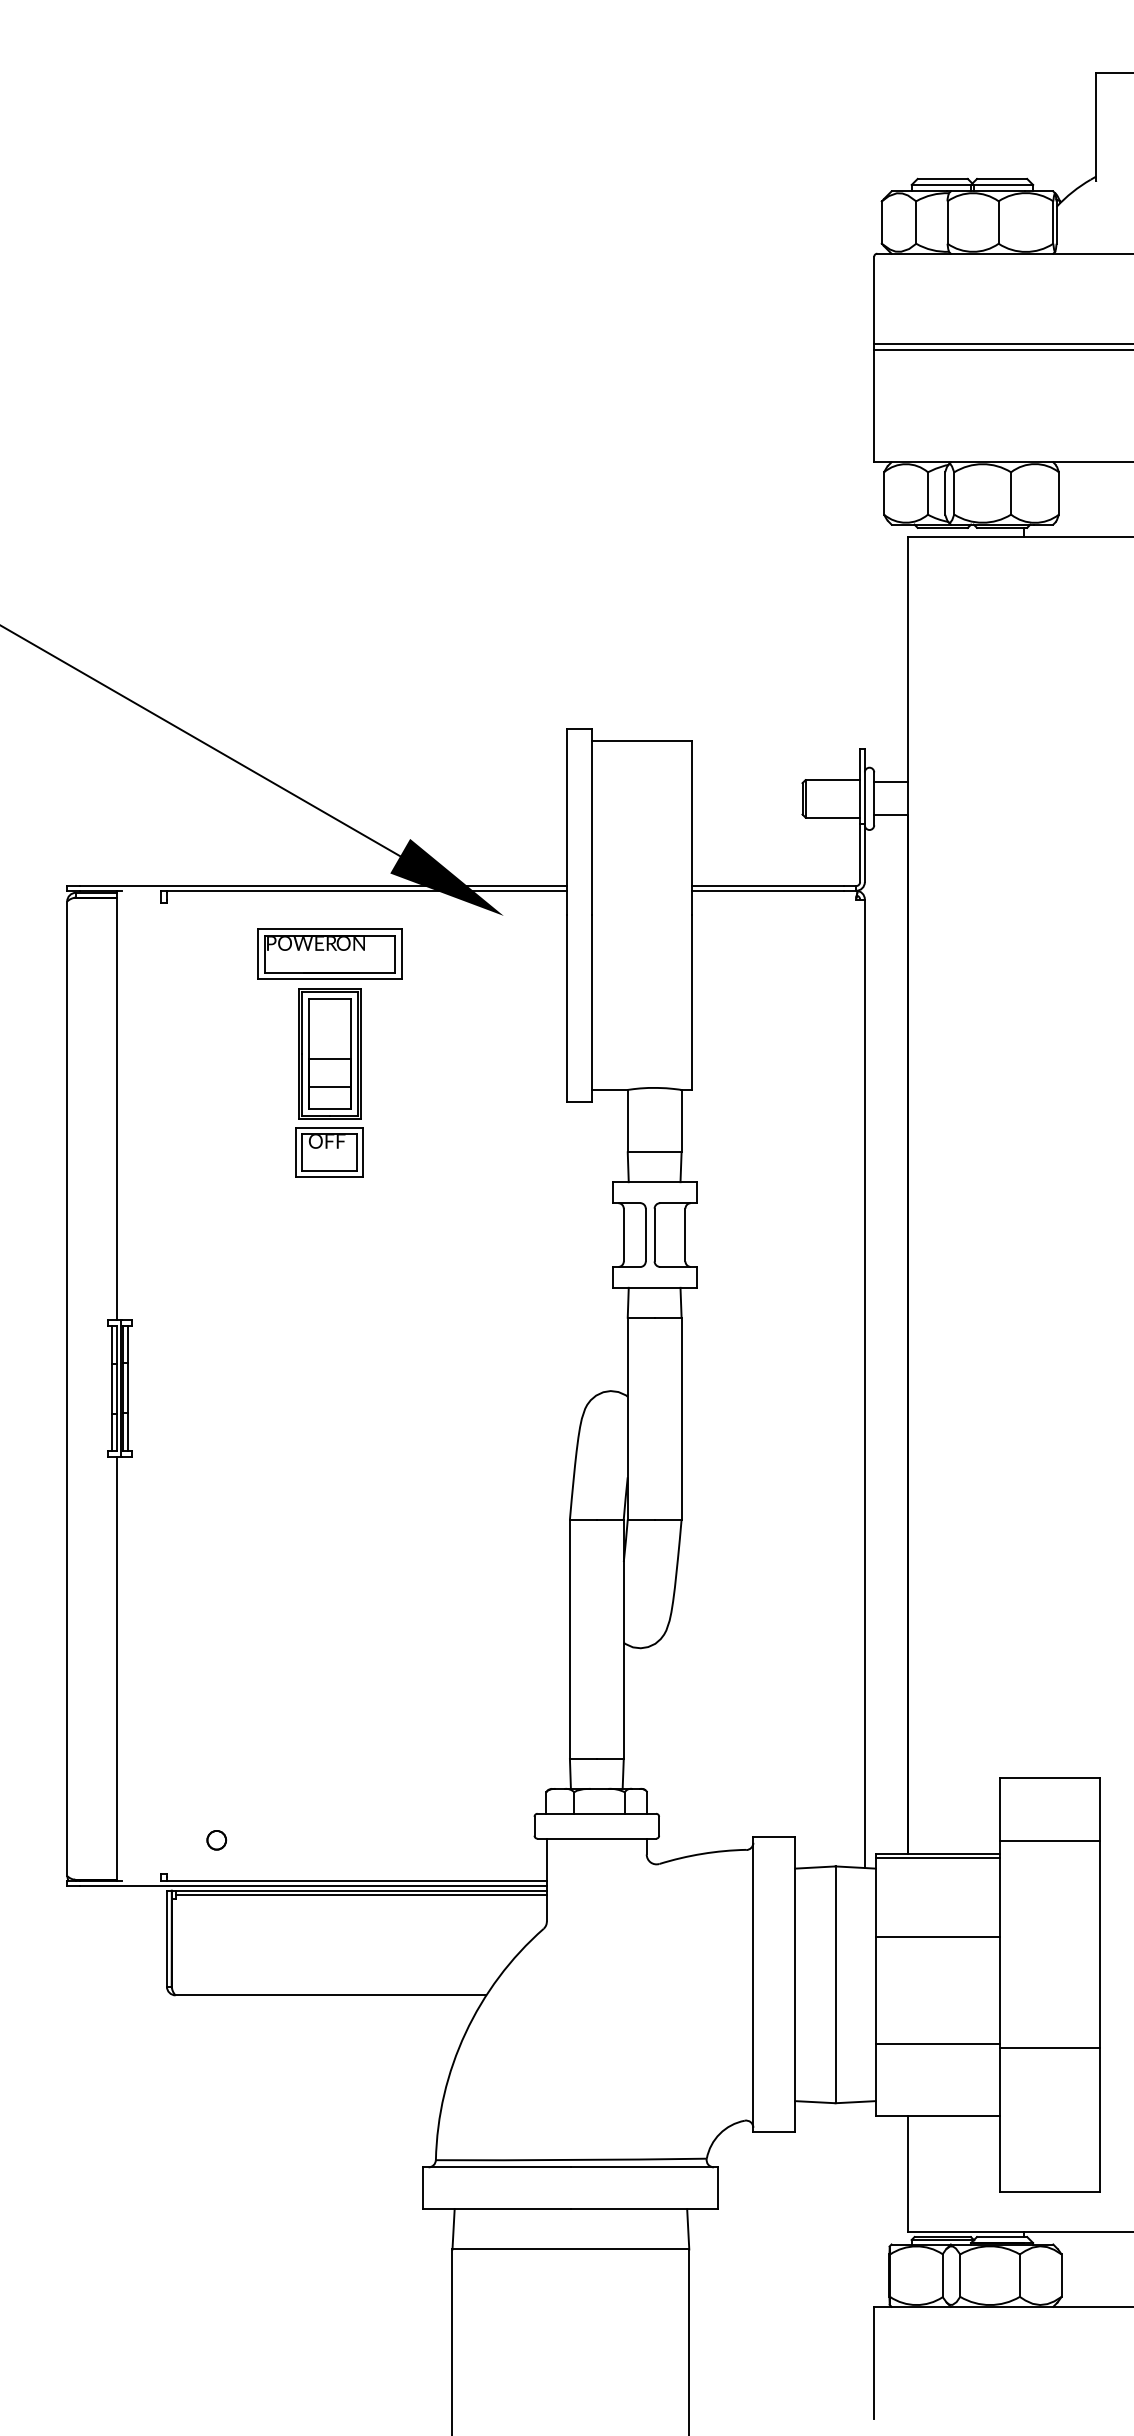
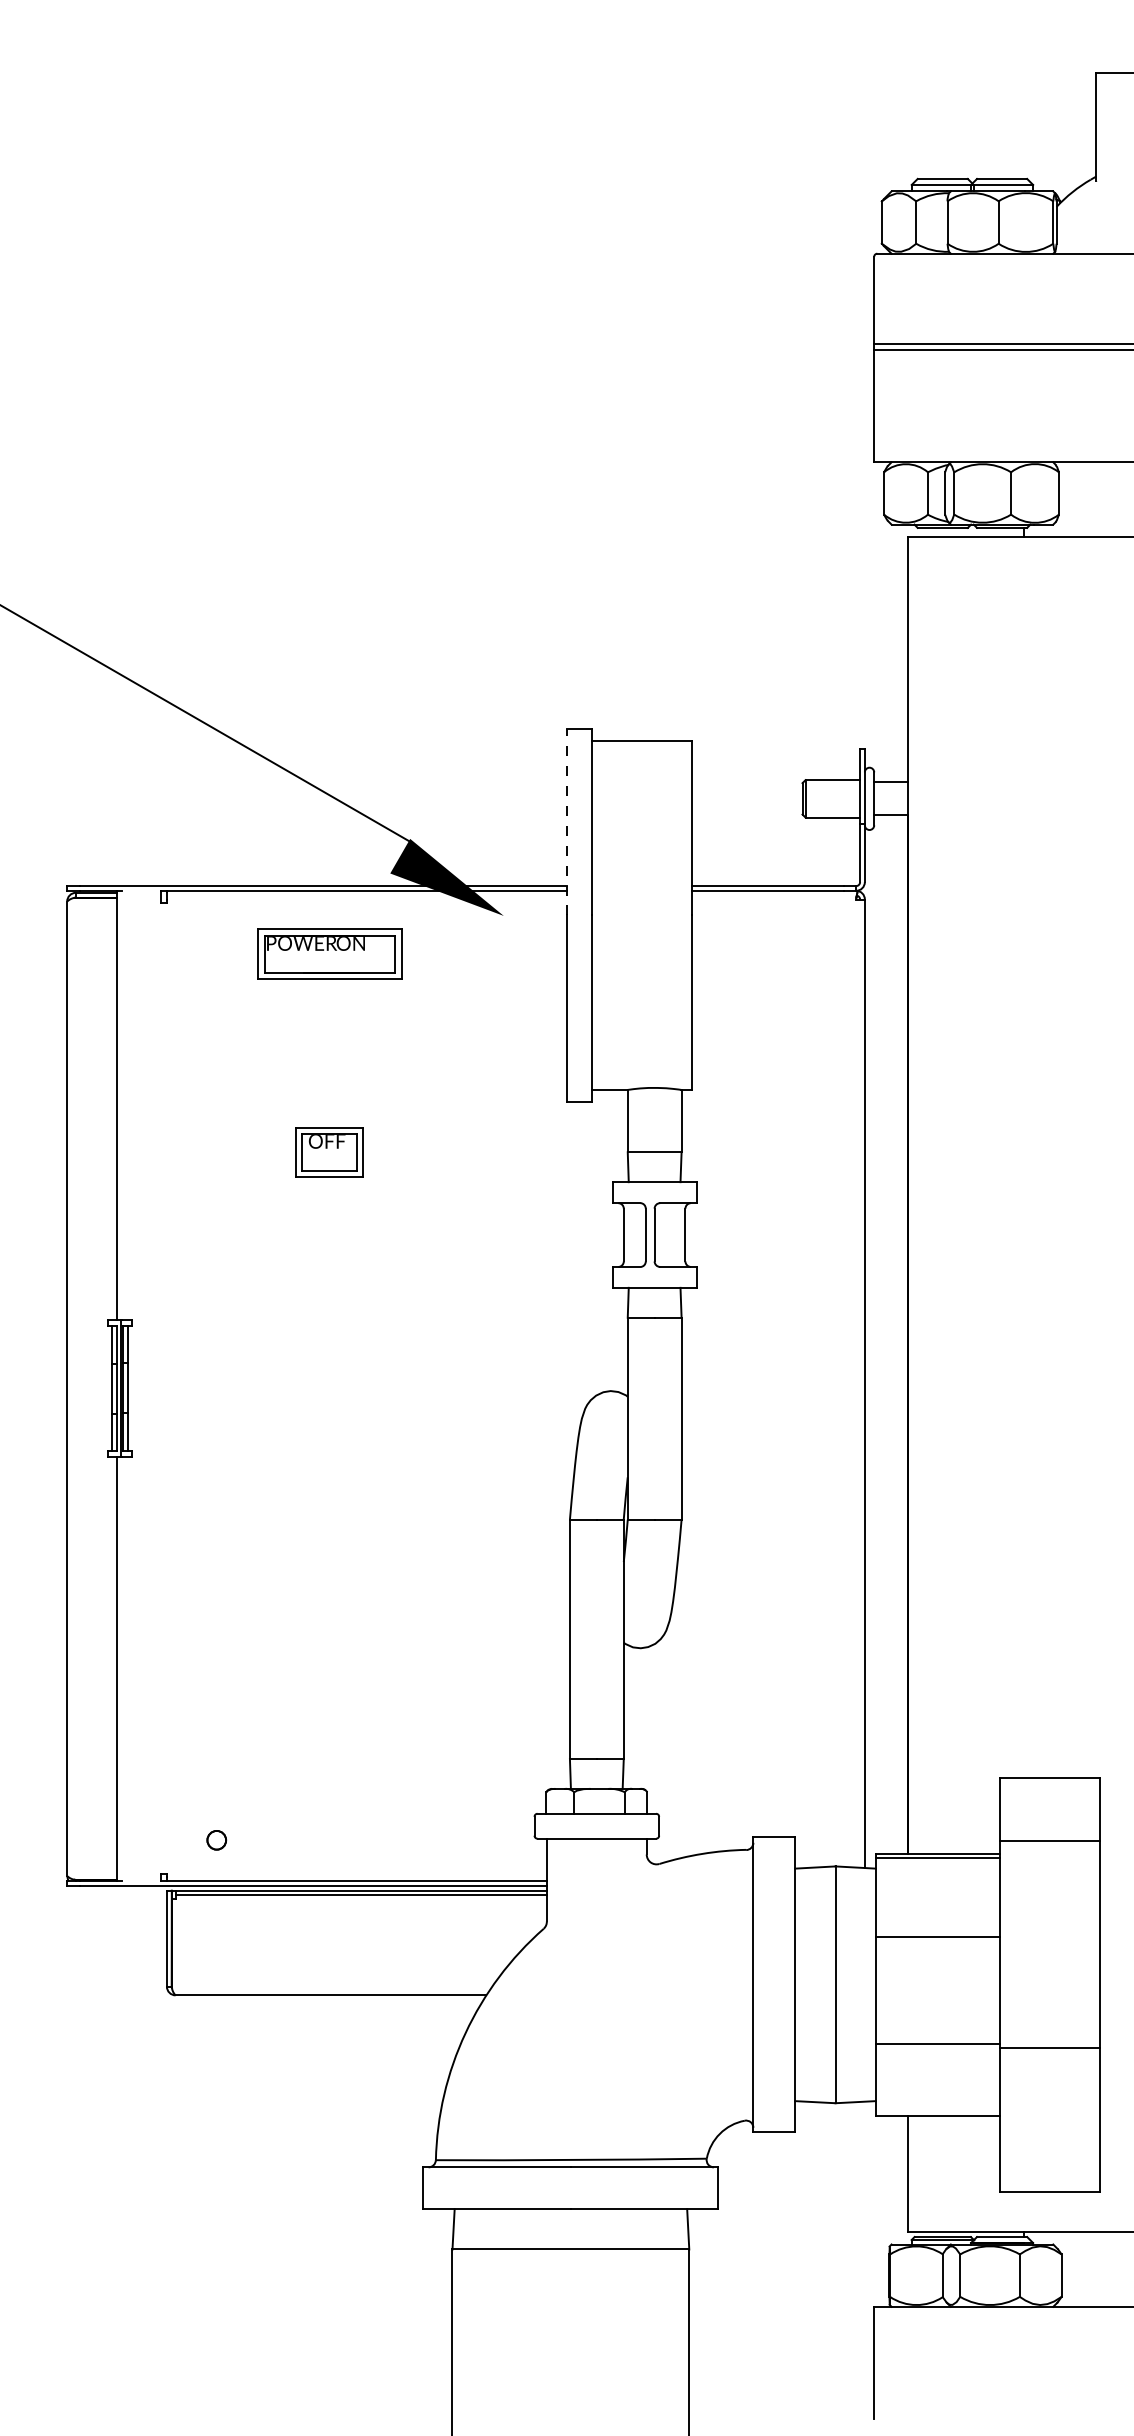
line at (201, 741) position: (201, 741) -> (205, 723)
line at (567, 821): solid -> dashed
part at (329, 1053): present -> none
